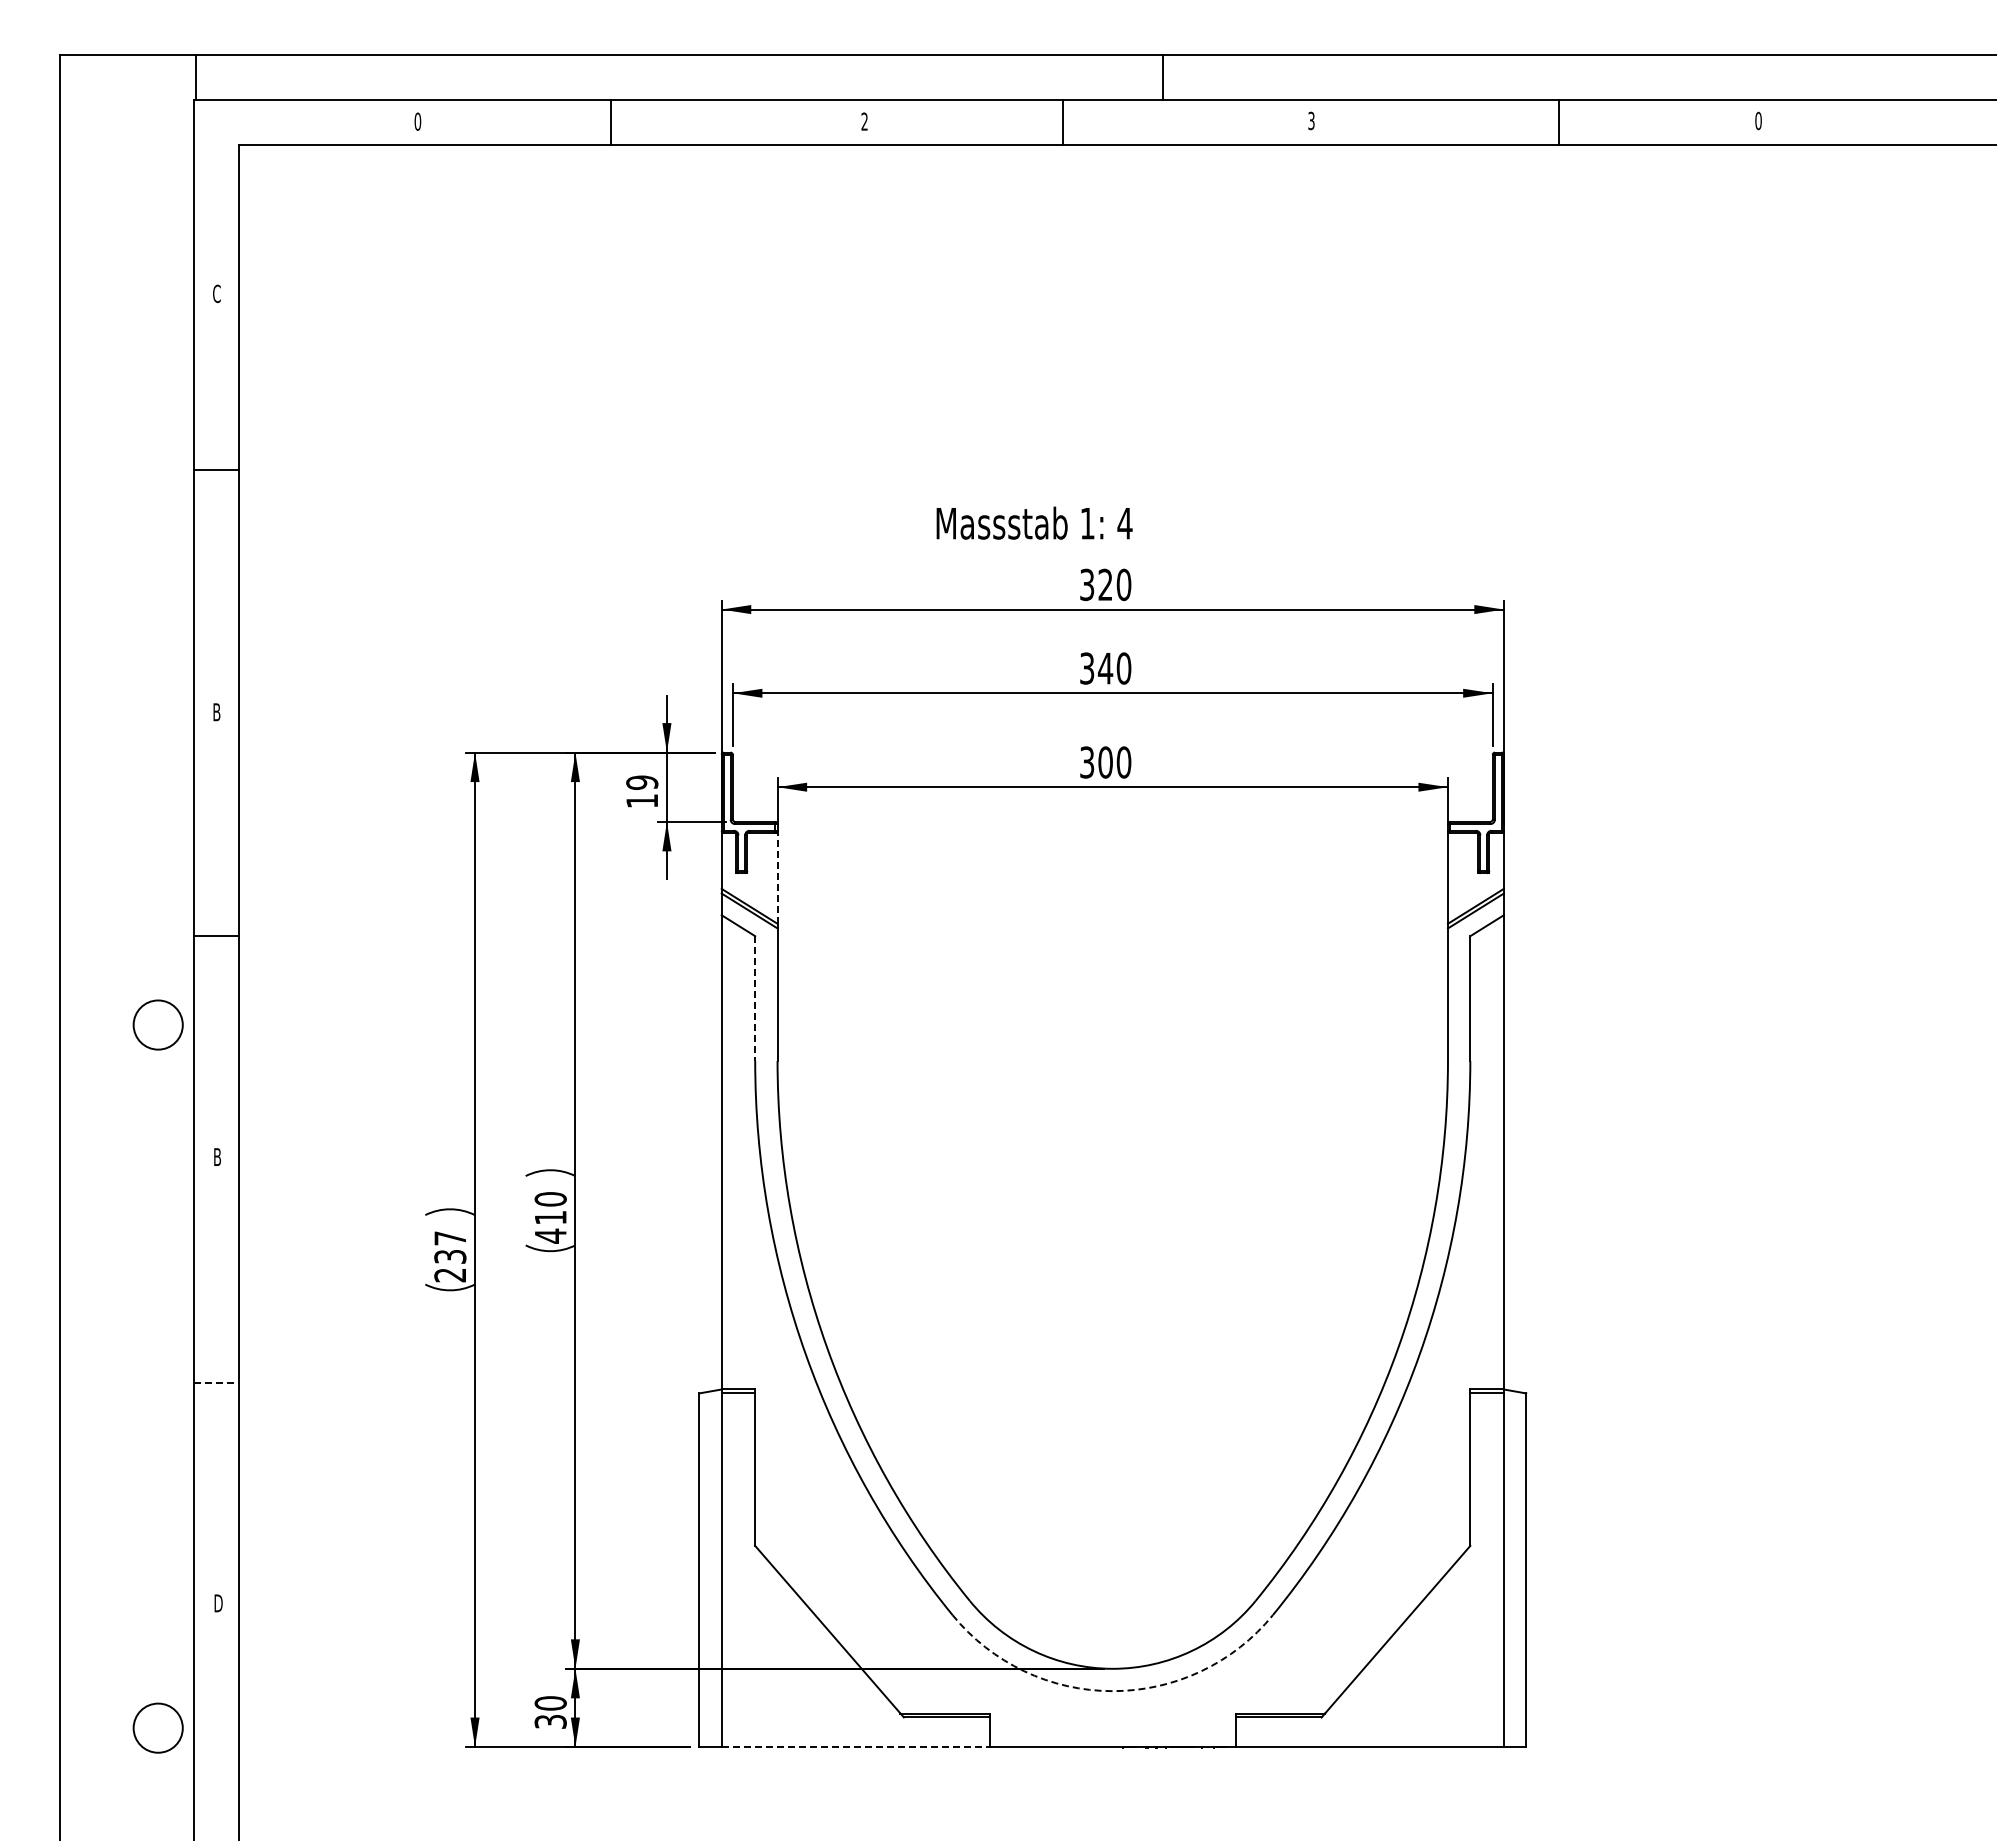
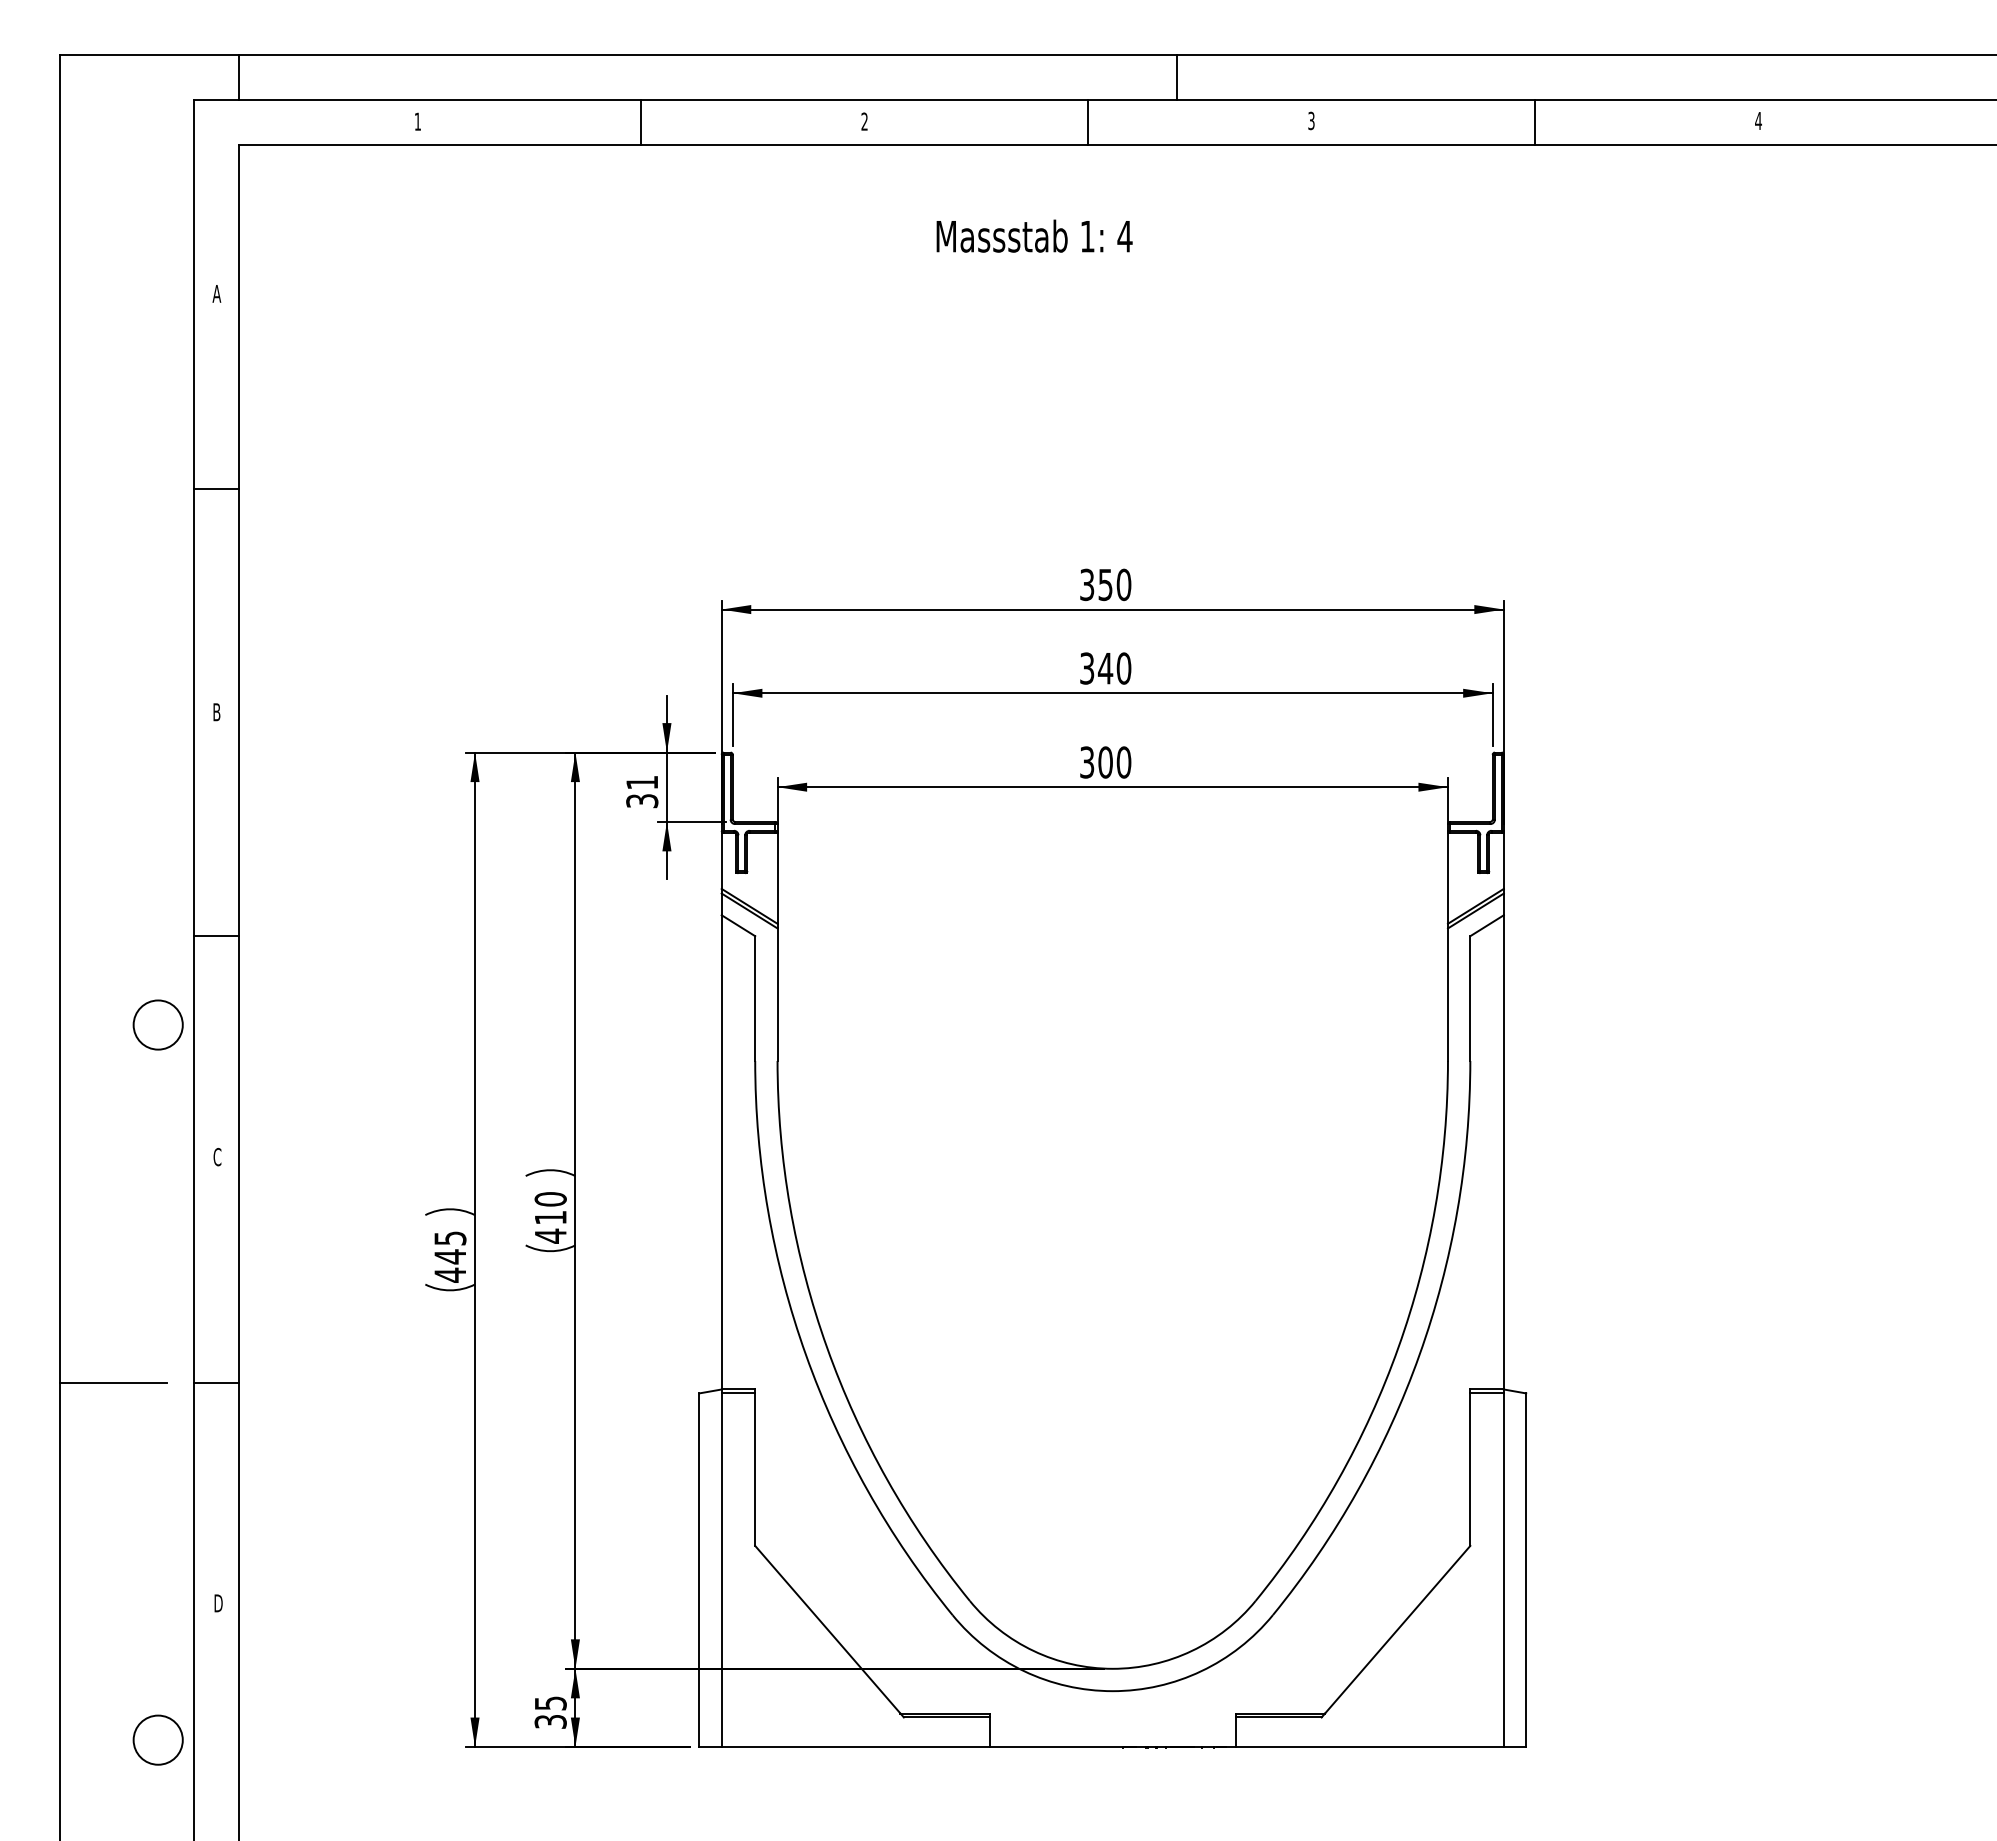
line at (195, 77) position: (195, 77) -> (238, 77)
line at (1163, 77) position: (1163, 77) -> (1177, 77)
text at (1758, 120): 0 -> 4
text at (417, 121): 0 -> 1
line at (610, 121) position: (610, 121) -> (640, 121)
line at (1062, 121) position: (1062, 121) -> (1087, 121)
line at (1558, 121) position: (1558, 121) -> (1534, 121)
text at (216, 293): C -> A
line at (215, 469) position: (215, 469) -> (215, 488)
text at (1034, 522) position: (1034, 522) -> (1034, 235)
text at (1105, 584): 320 -> 350
text at (642, 791): 19 -> 31
line at (777, 877): dashed -> solid
line at (755, 999): dashed -> solid
text at (217, 1156): B -> C
text at (450, 1256): 237 -> 445
line at (113, 1382): none -> present
line at (216, 1382): dashed -> solid
arc at (1112, 1691): dashed -> solid
text at (550, 1703): 30 -> 35
circle at (157, 1727) position: (157, 1727) -> (157, 1739)
line at (856, 1747): dashed -> solid
